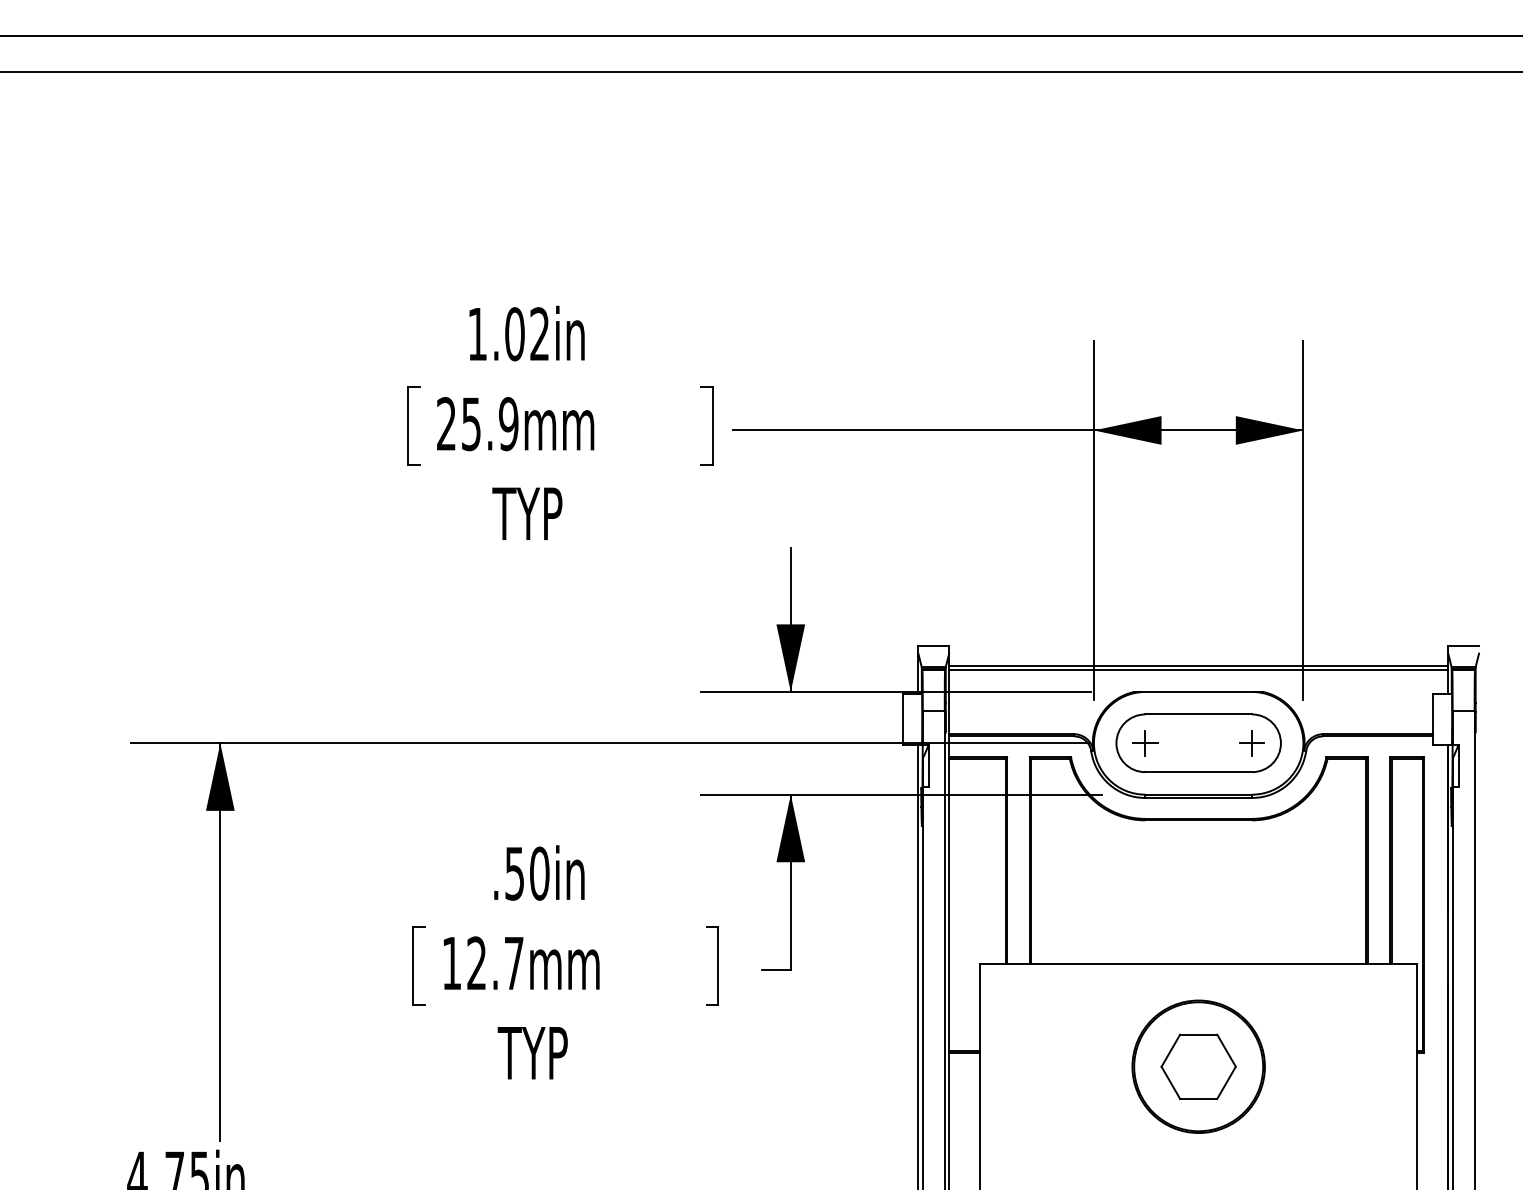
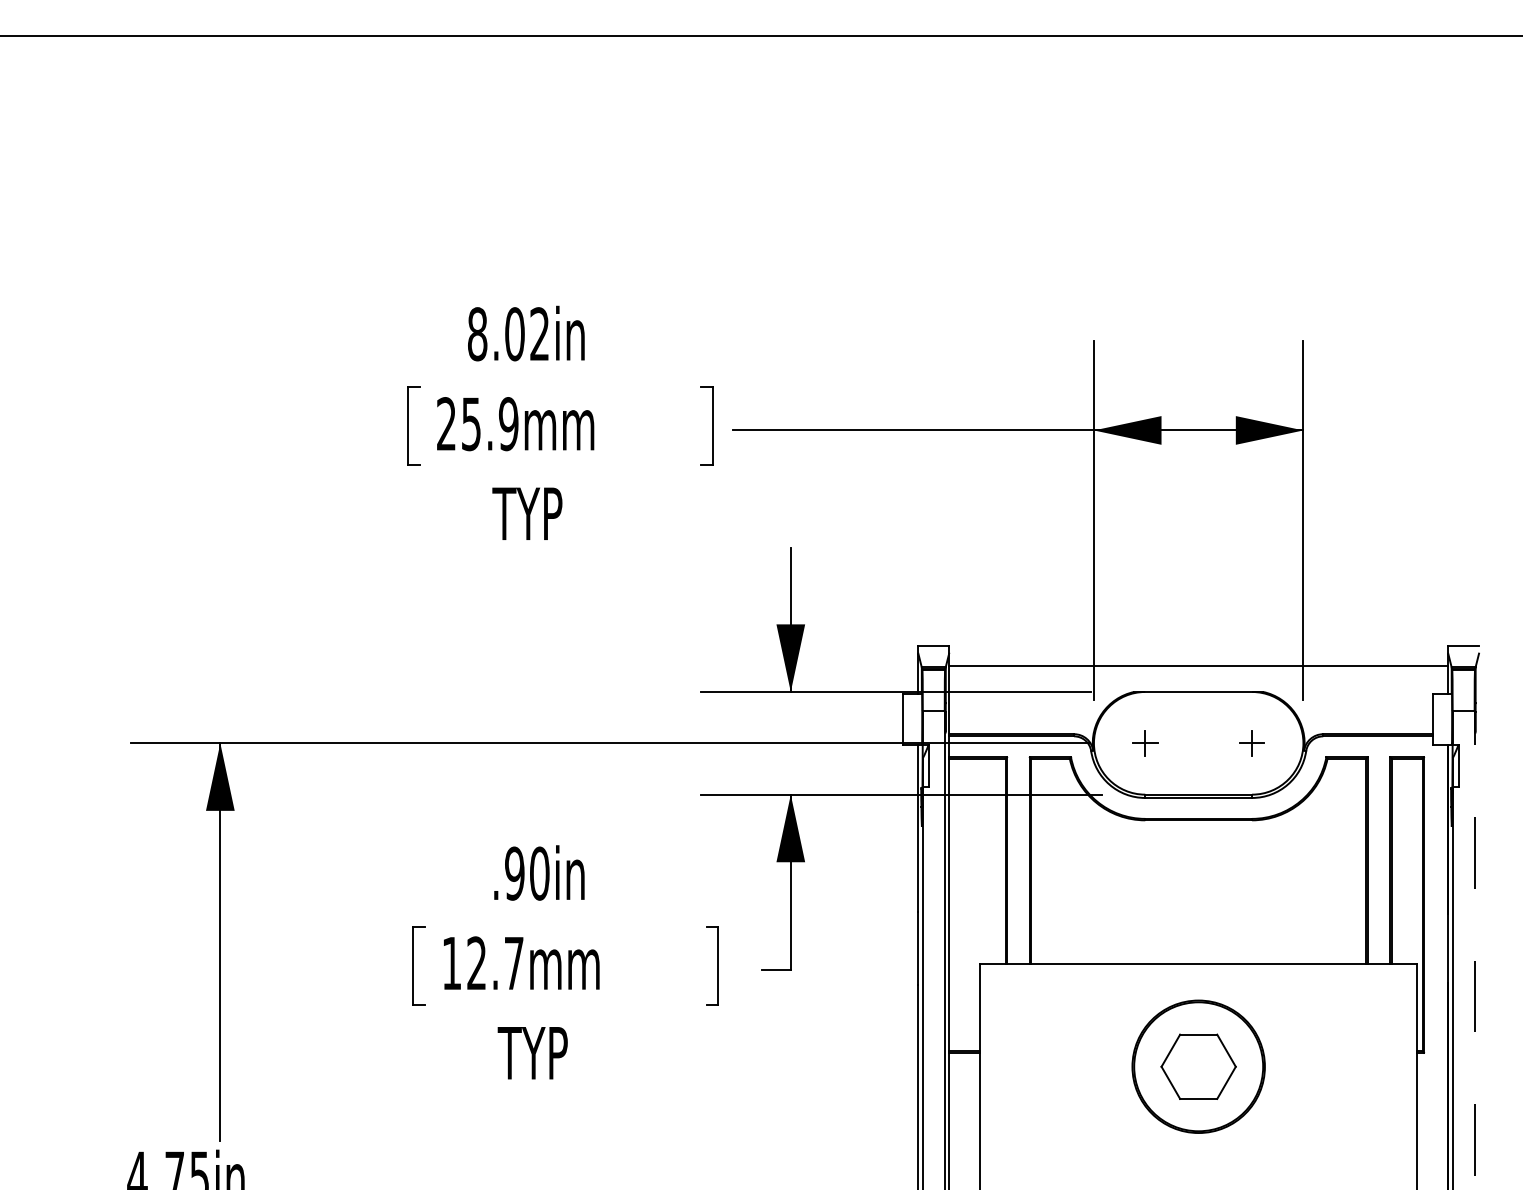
line at (760, 71): present -> none
text at (477, 334): 1.02in -> 8.02in
line at (1198, 669): present -> none
part at (1198, 742): present -> none
text at (514, 873): .50in -> .90in
line at (1474, 949): solid -> dashed
